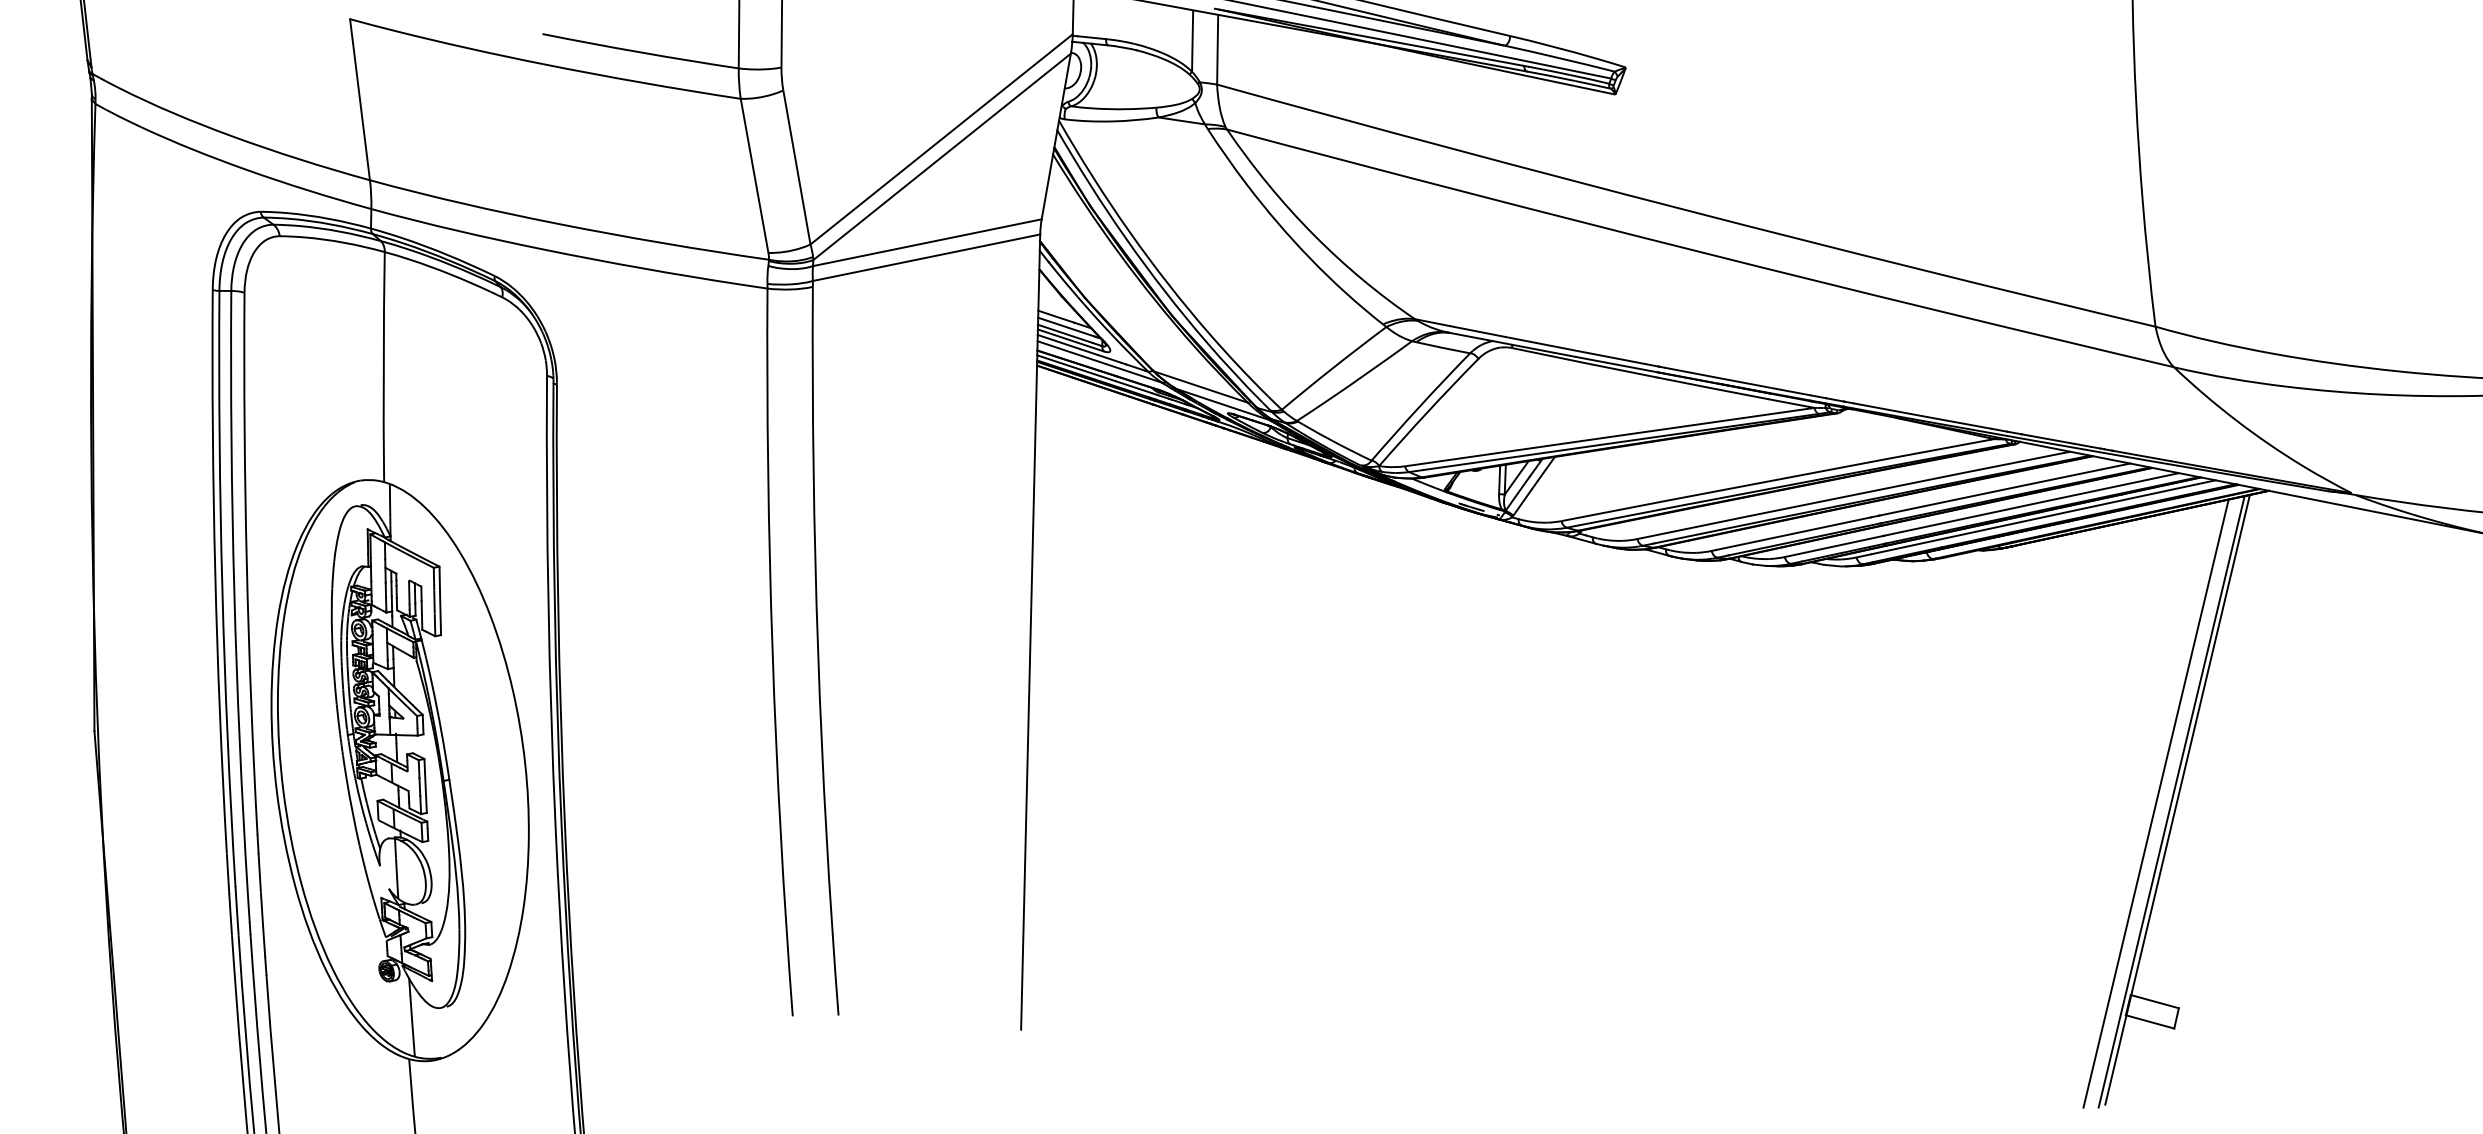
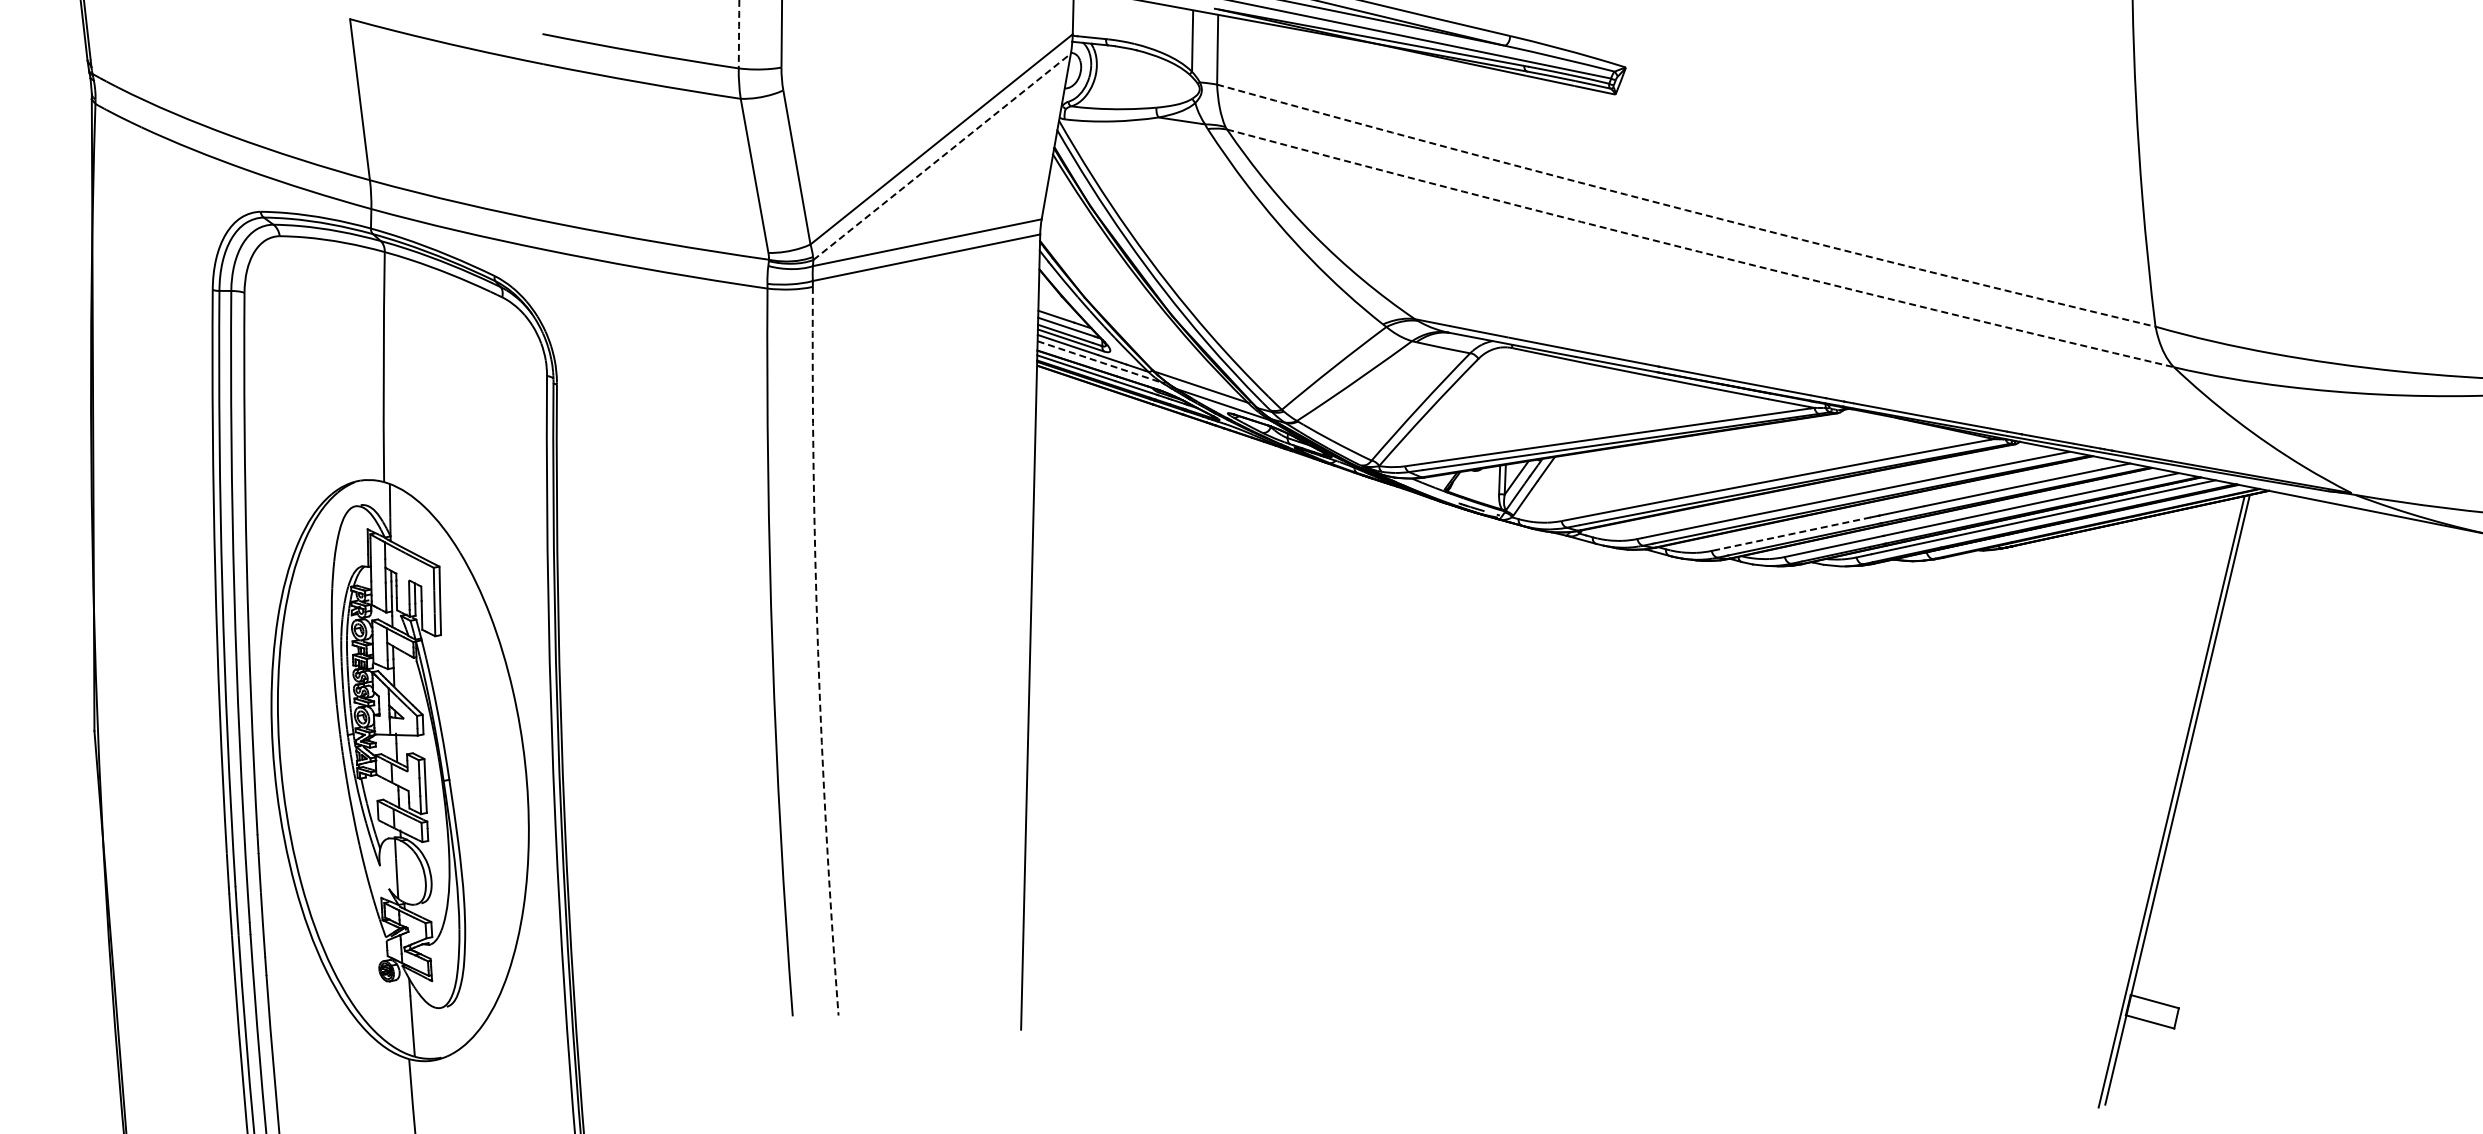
arc at (739, 34): solid -> dashed
line at (942, 156): solid -> dashed
arc at (1685, 209): solid -> dashed
arc at (1699, 251): solid -> dashed
line at (1100, 362): solid -> dashed
line at (1792, 533): solid -> dashed
arc at (818, 651): solid -> dashed
line at (2155, 803): present -> none
